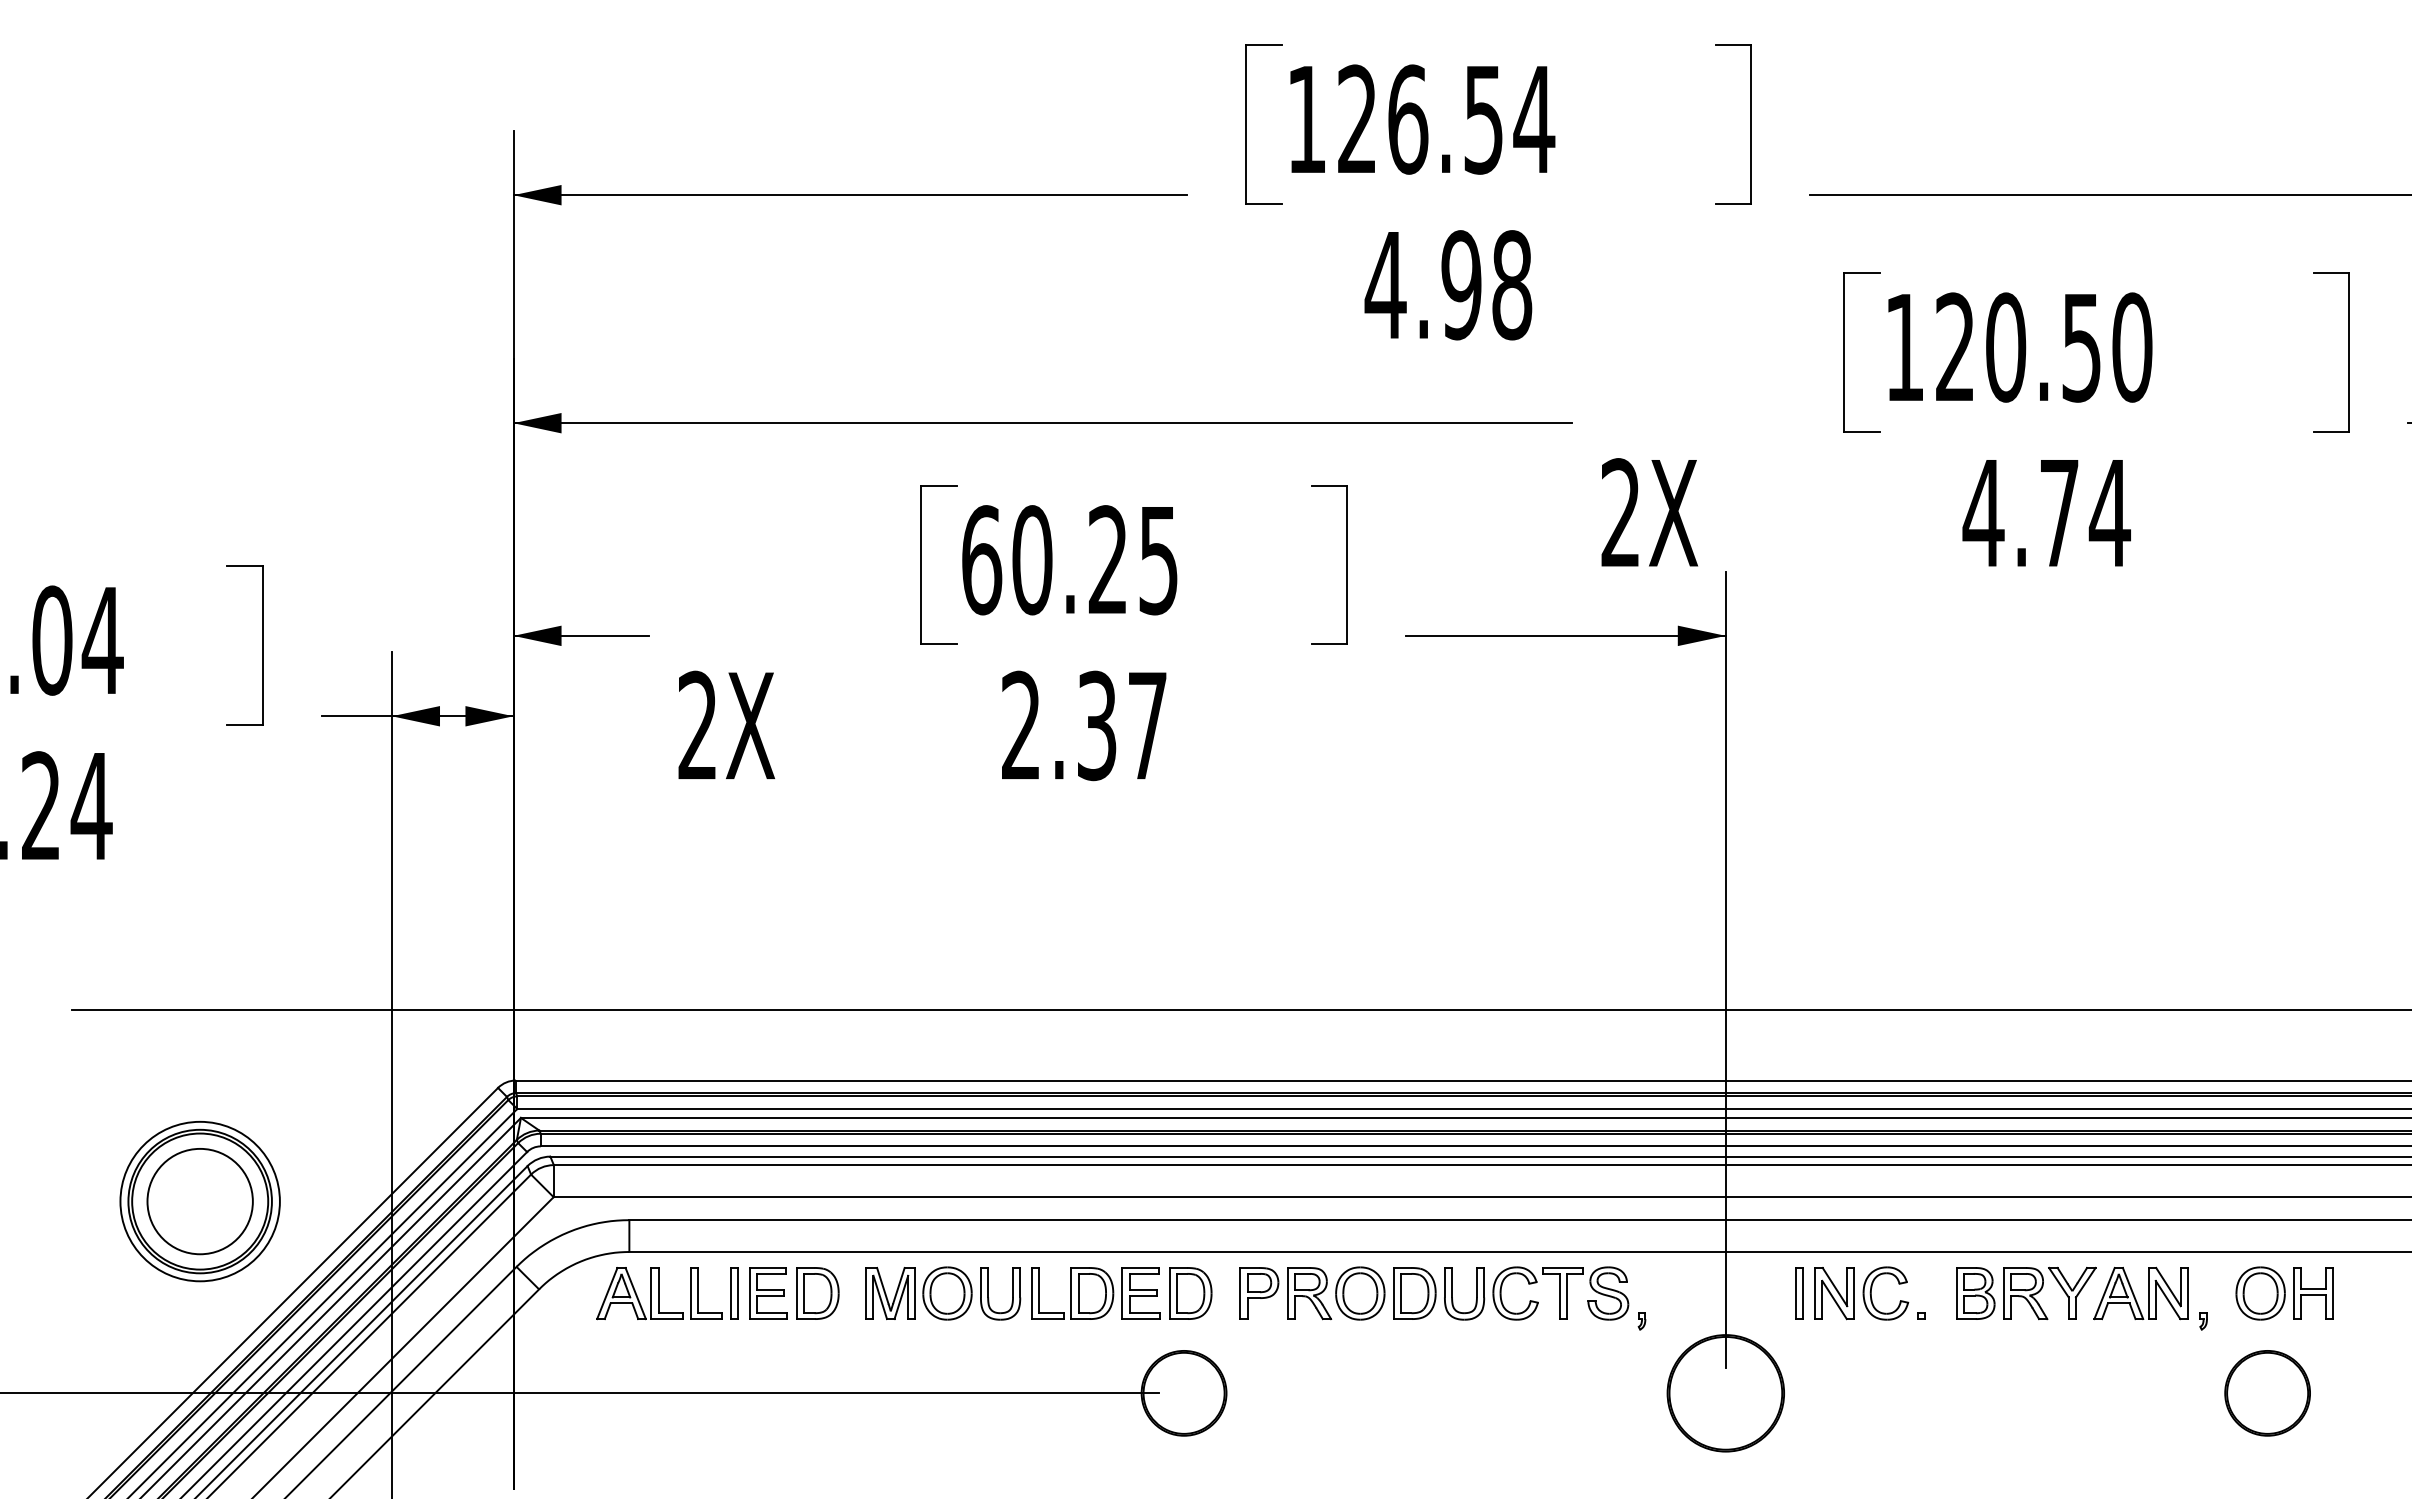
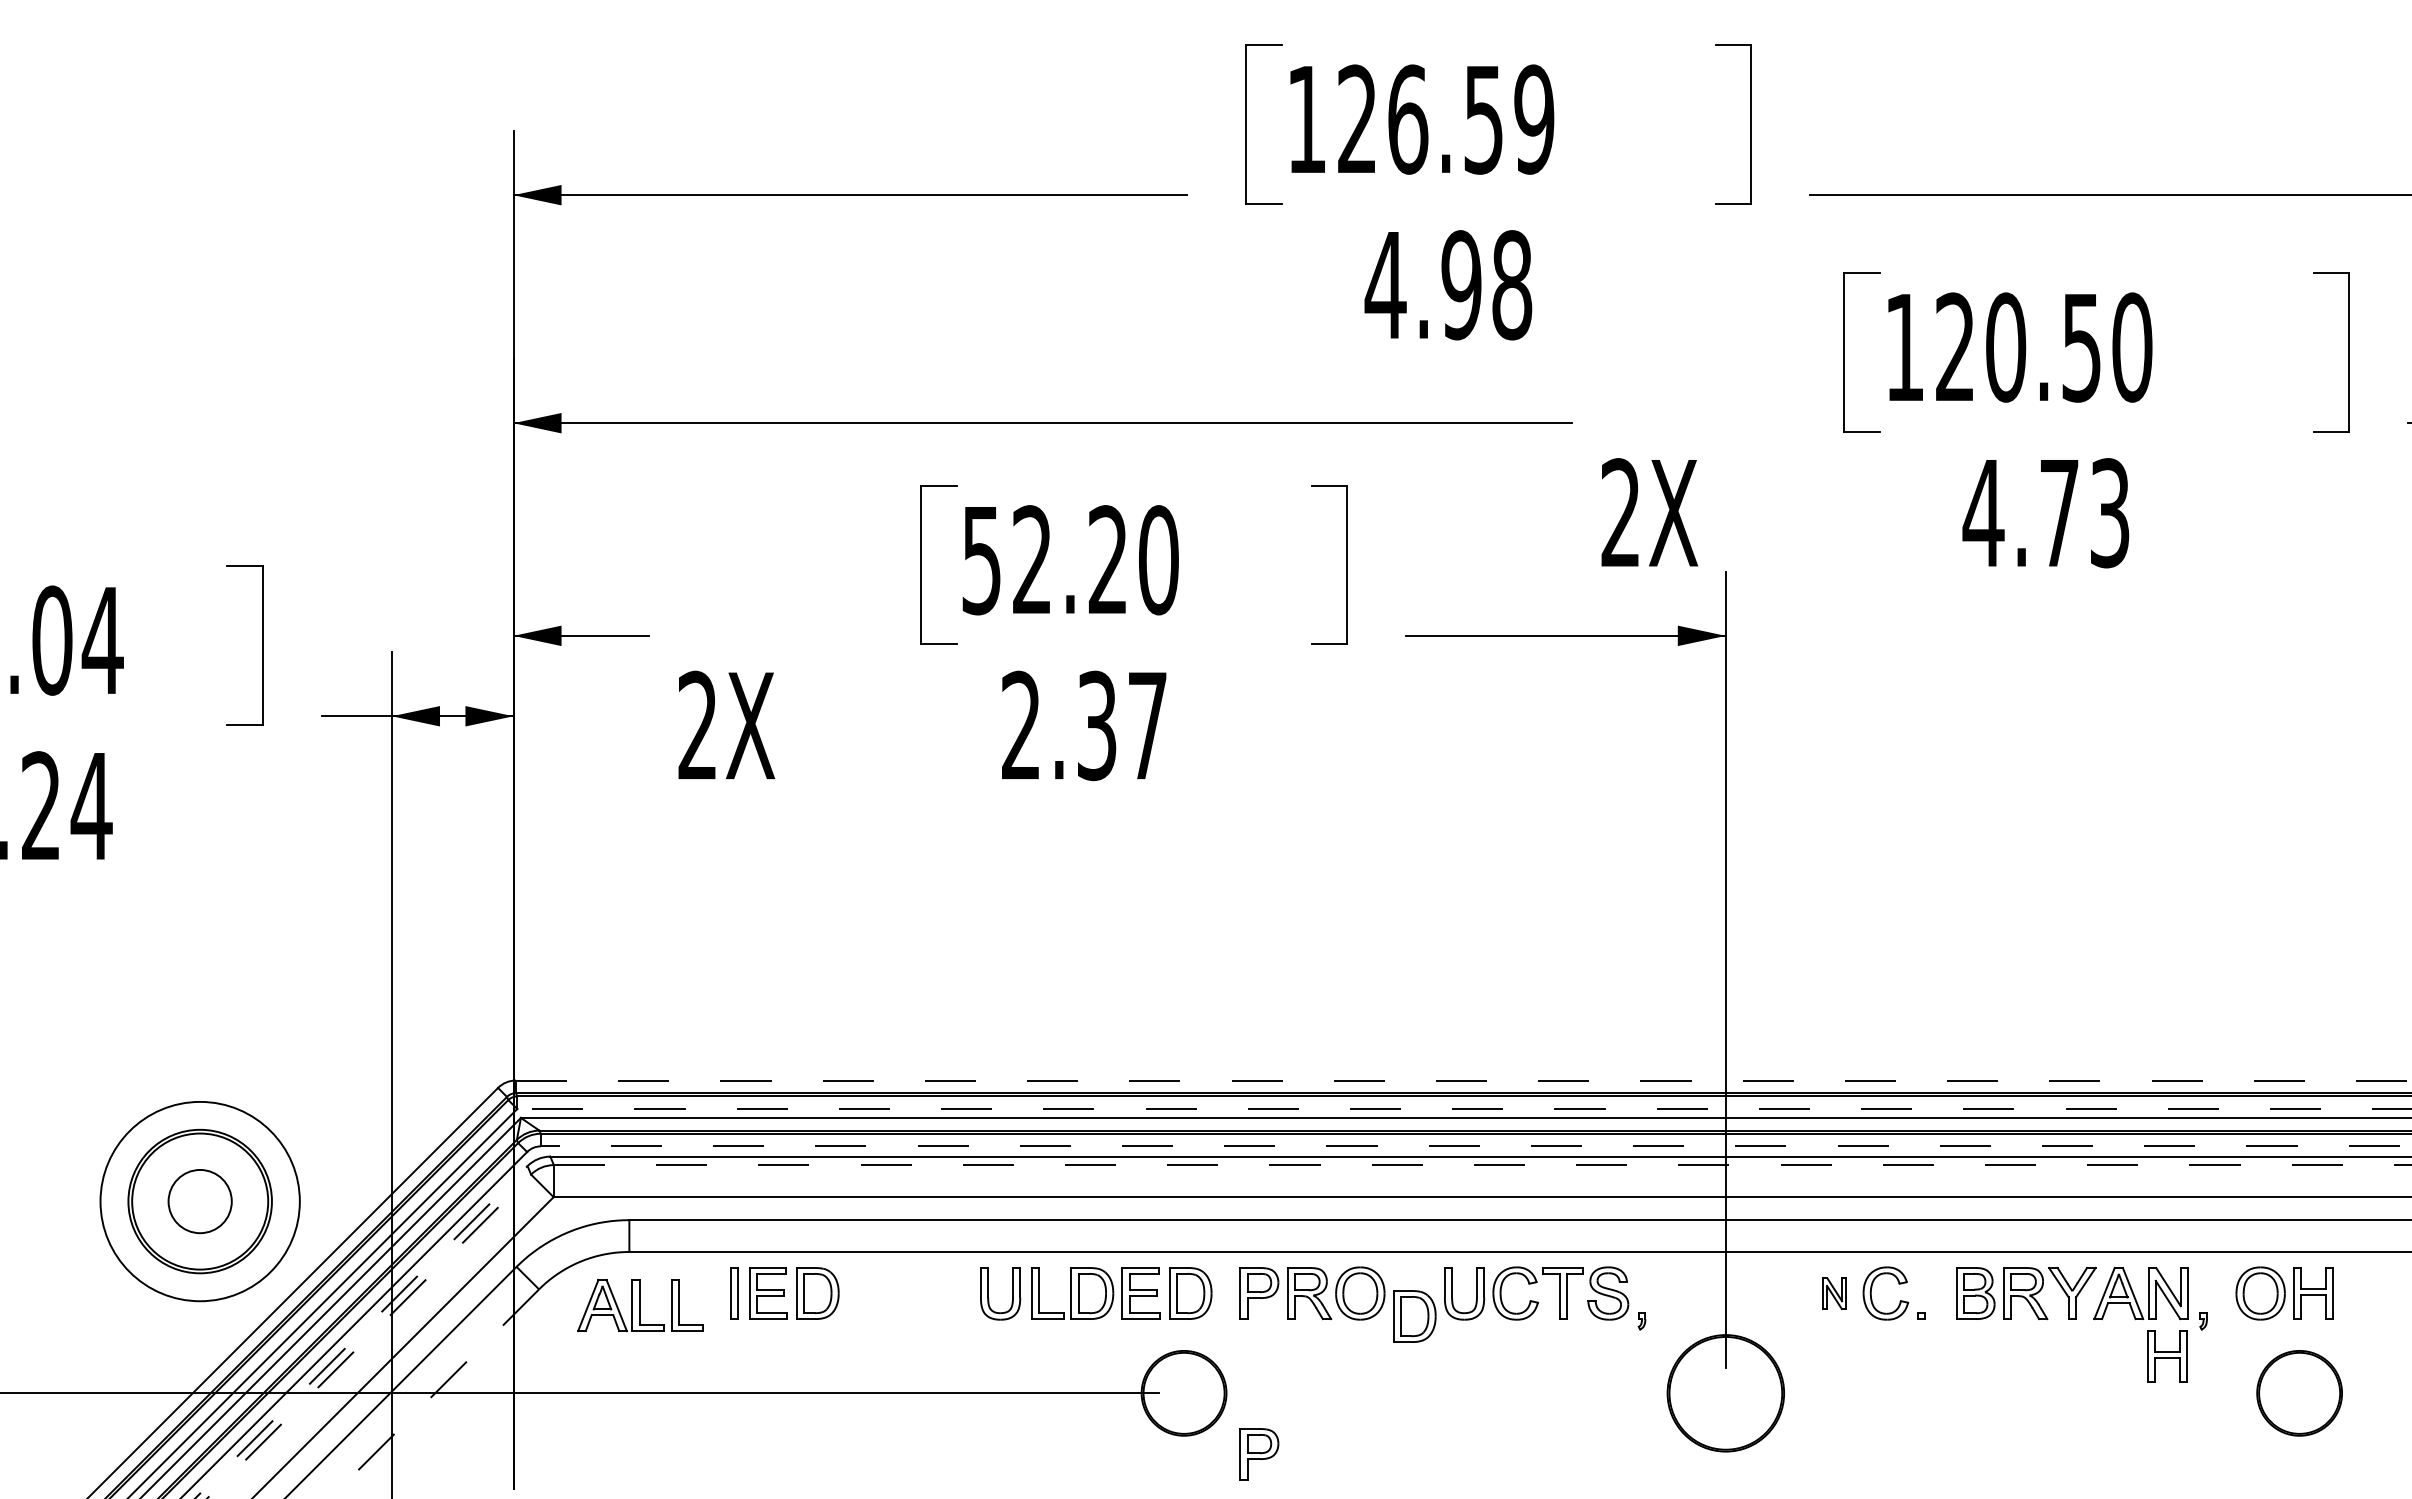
text at (1534, 119): 126.54 -> 126.59
text at (2109, 513): 4.74 -> 4.73
text at (1070, 560): 60.25 -> 52.20
line at (1240, 1009): present -> none
line at (1463, 1080): solid -> dashed
line at (1463, 1109): solid -> dashed
line at (1475, 1146): solid -> dashed
line at (1482, 1165): solid -> dashed
circle at (199, 1201) diameter: 105 px -> 63 px
circle at (199, 1201) diameter: 159 px -> 199 px
part at (659, 1293) position: (659, 1293) -> (640, 1305)
part at (918, 1293): present -> none
part at (1414, 1293) position: (1414, 1293) -> (1414, 1316)
part at (1799, 1293): present -> none
part at (1834, 1293) size: 41x54 px -> 25x34 px
line at (361, 1332): solid -> dashed
line at (369, 1336): solid -> dashed
part at (2167, 1356): none -> present
part at (2267, 1393) position: (2267, 1393) -> (2299, 1393)
line at (434, 1394): solid -> dashed
part at (1259, 1454): none -> present
